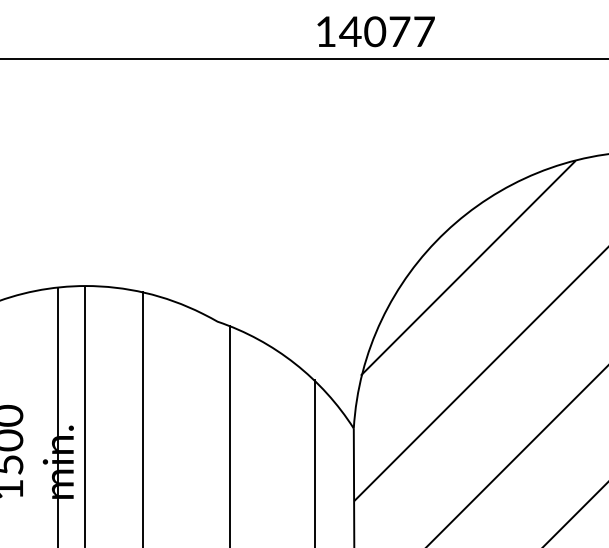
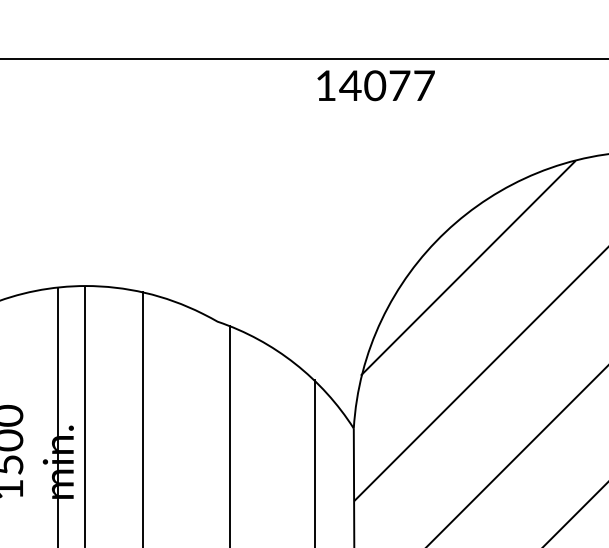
text at (375, 31) position: (375, 31) -> (375, 85)
